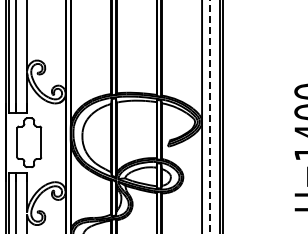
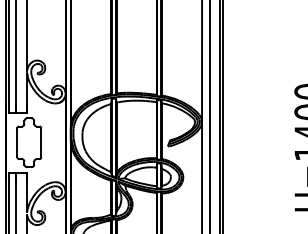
line at (210, 117): dashed -> solid
